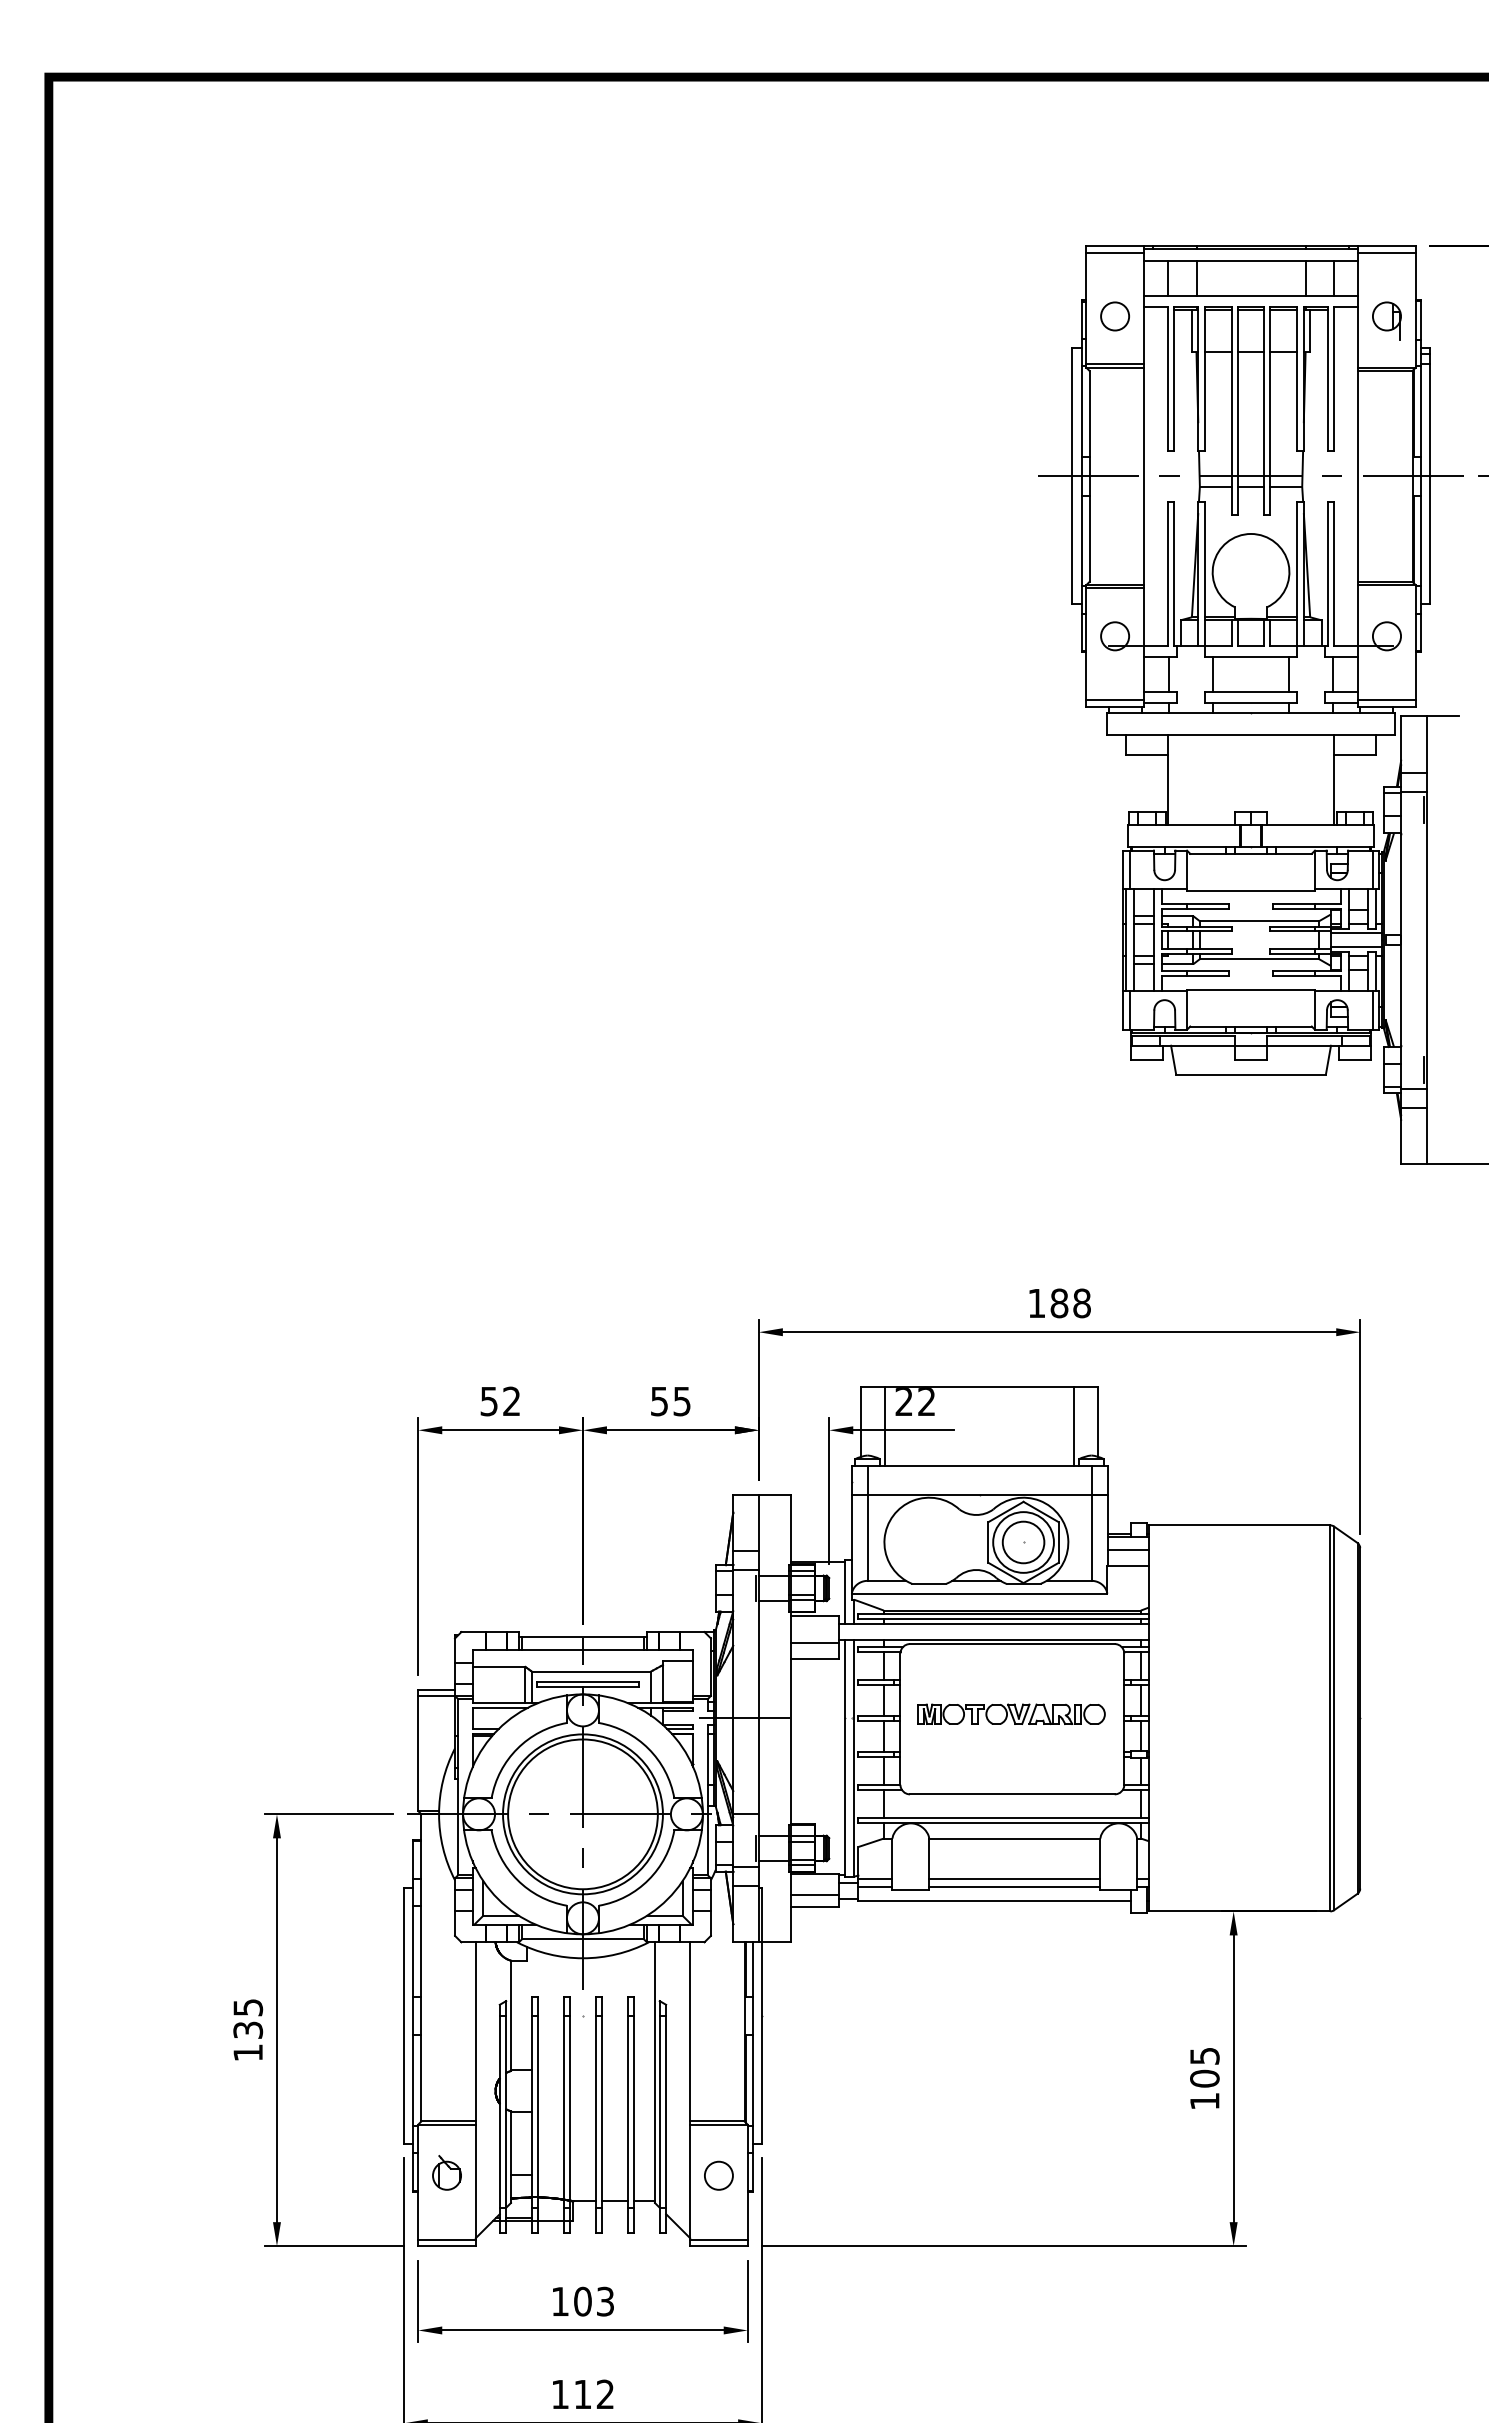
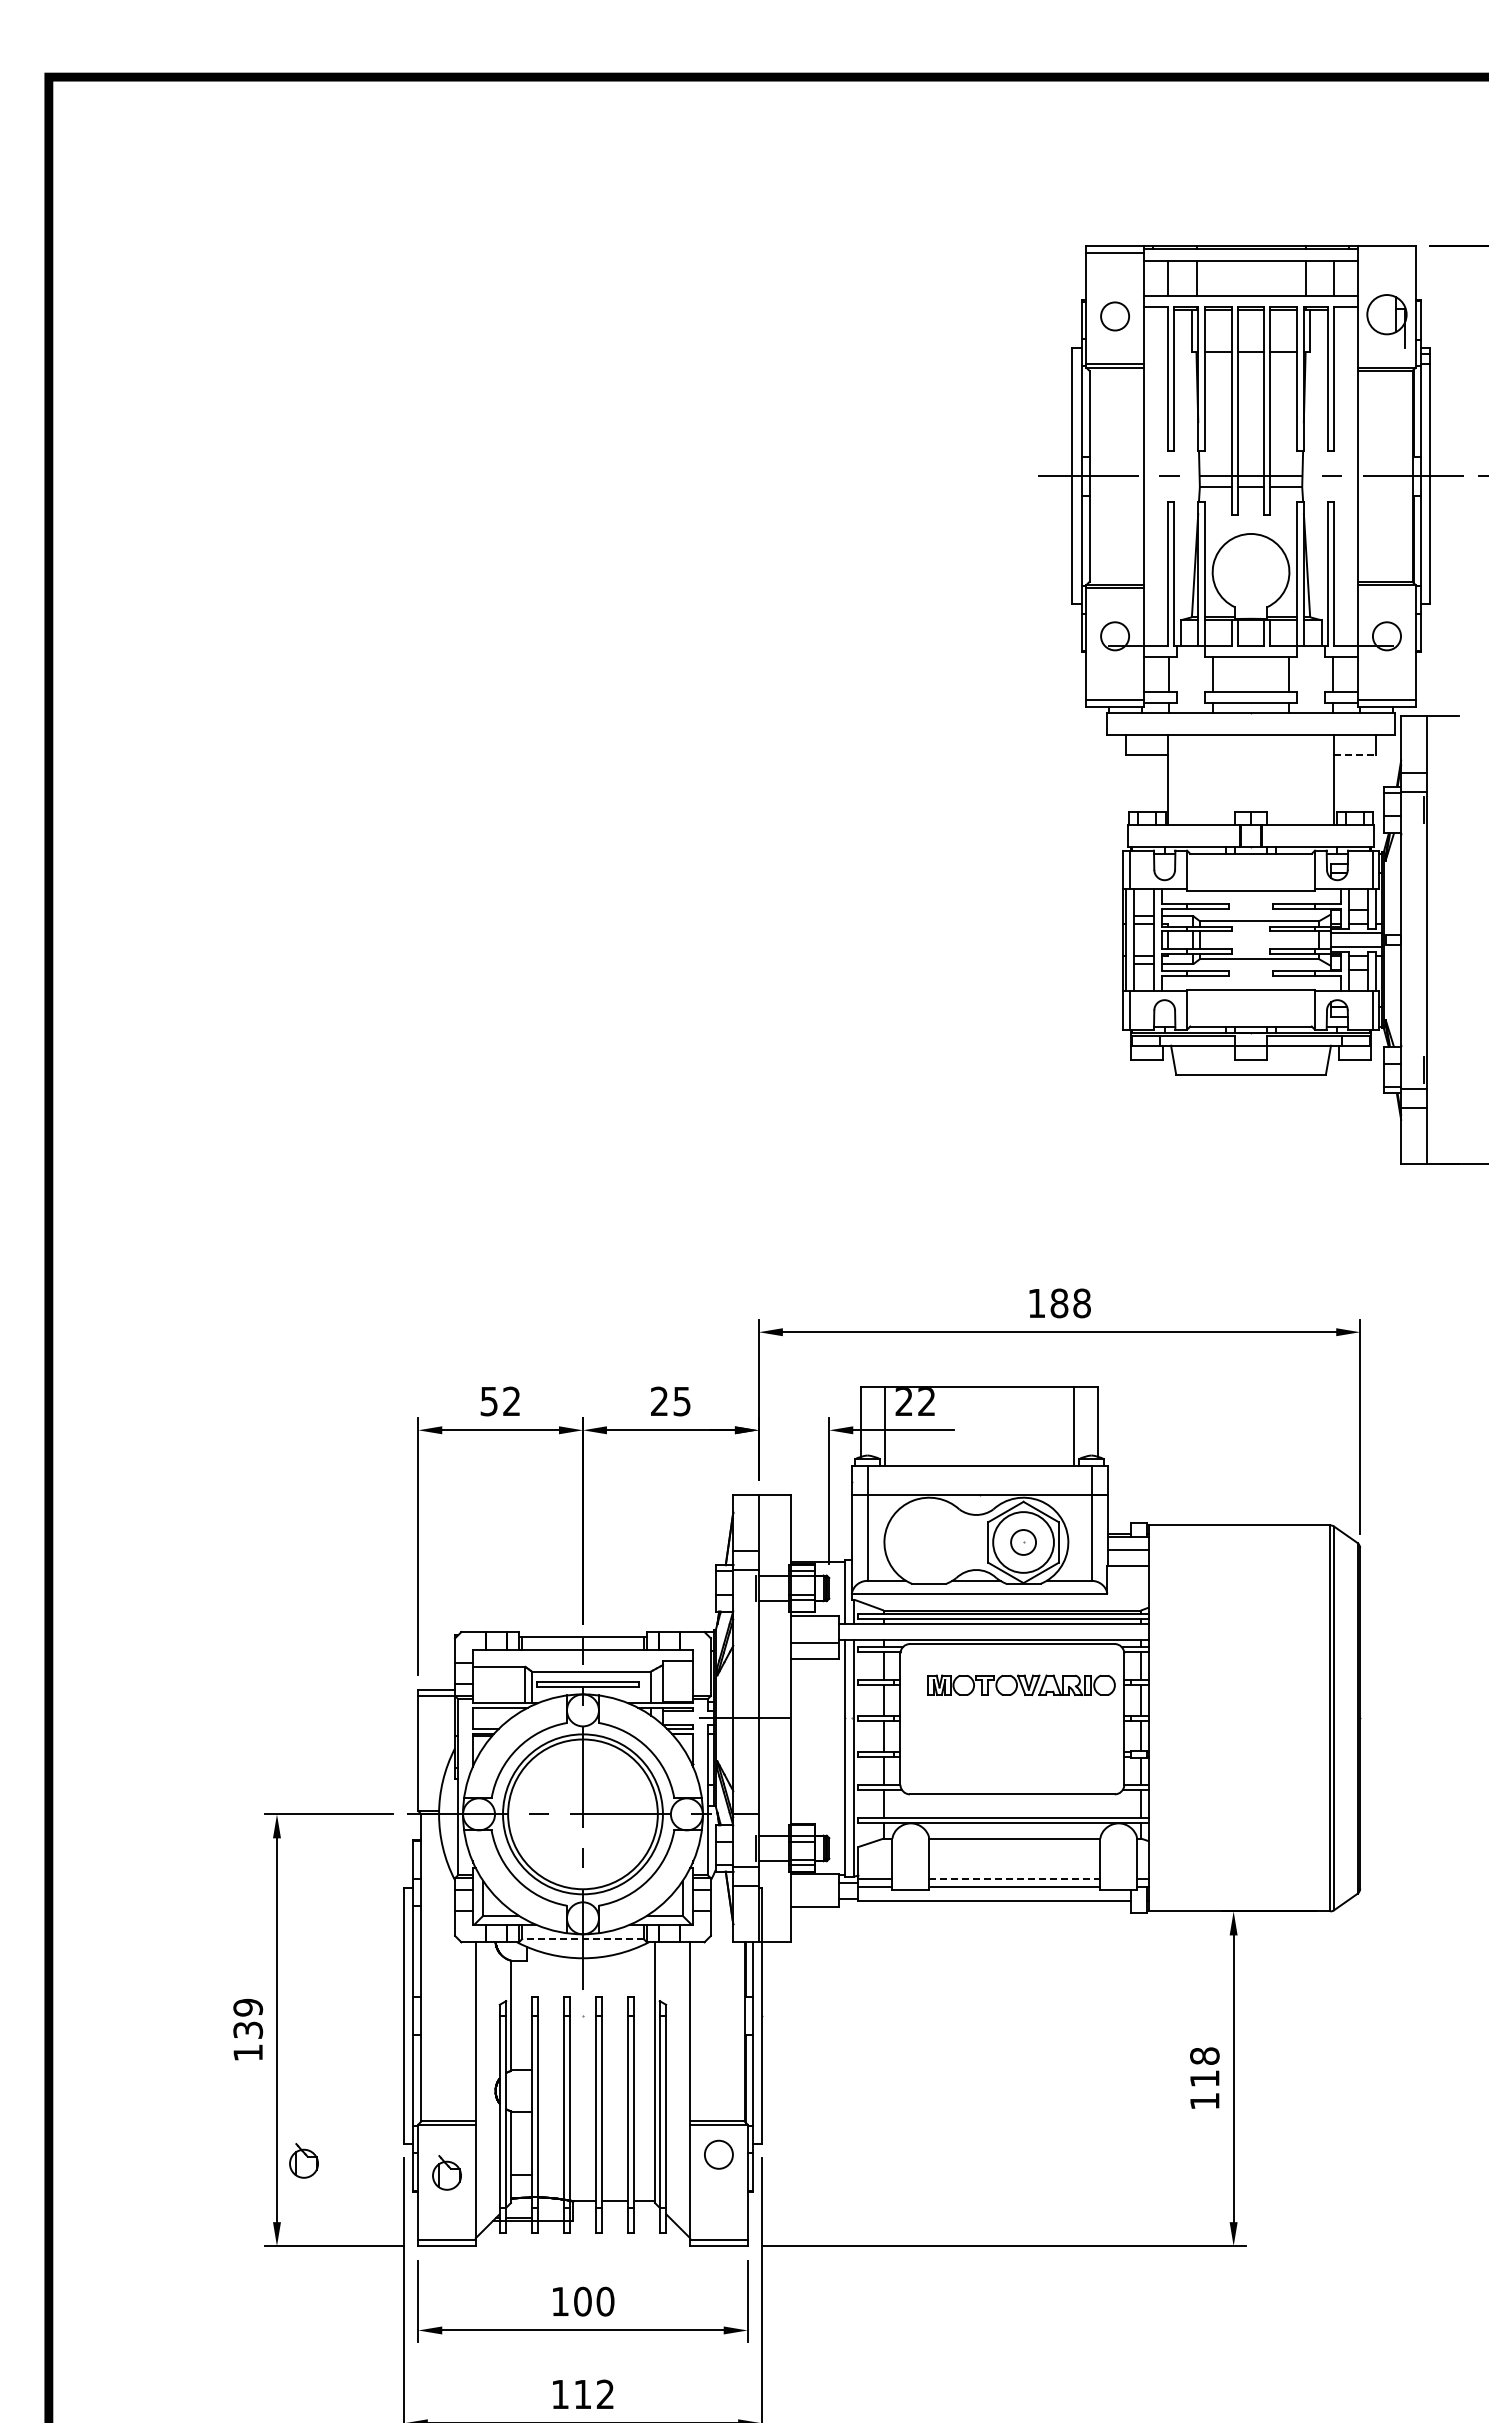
line at (1386, 252): present -> none
part at (1386, 320) size: 30x40 px -> 42x55 px
line at (1354, 754): solid -> dashed
text at (659, 1401): 55 -> 25
circle at (1023, 1542) diameter: 42 px -> 25 px
part at (1011, 1713) position: (1011, 1713) -> (1021, 1684)
line at (1014, 1879): solid -> dashed
line at (814, 1895): present -> none
line at (582, 1939): solid -> dashed
text at (247, 2007): 135 -> 139
text at (1204, 2067): 105 -> 118
part at (303, 2160): none -> present
circle at (718, 2175) position: (718, 2175) -> (718, 2154)
text at (605, 2301): 103 -> 100
